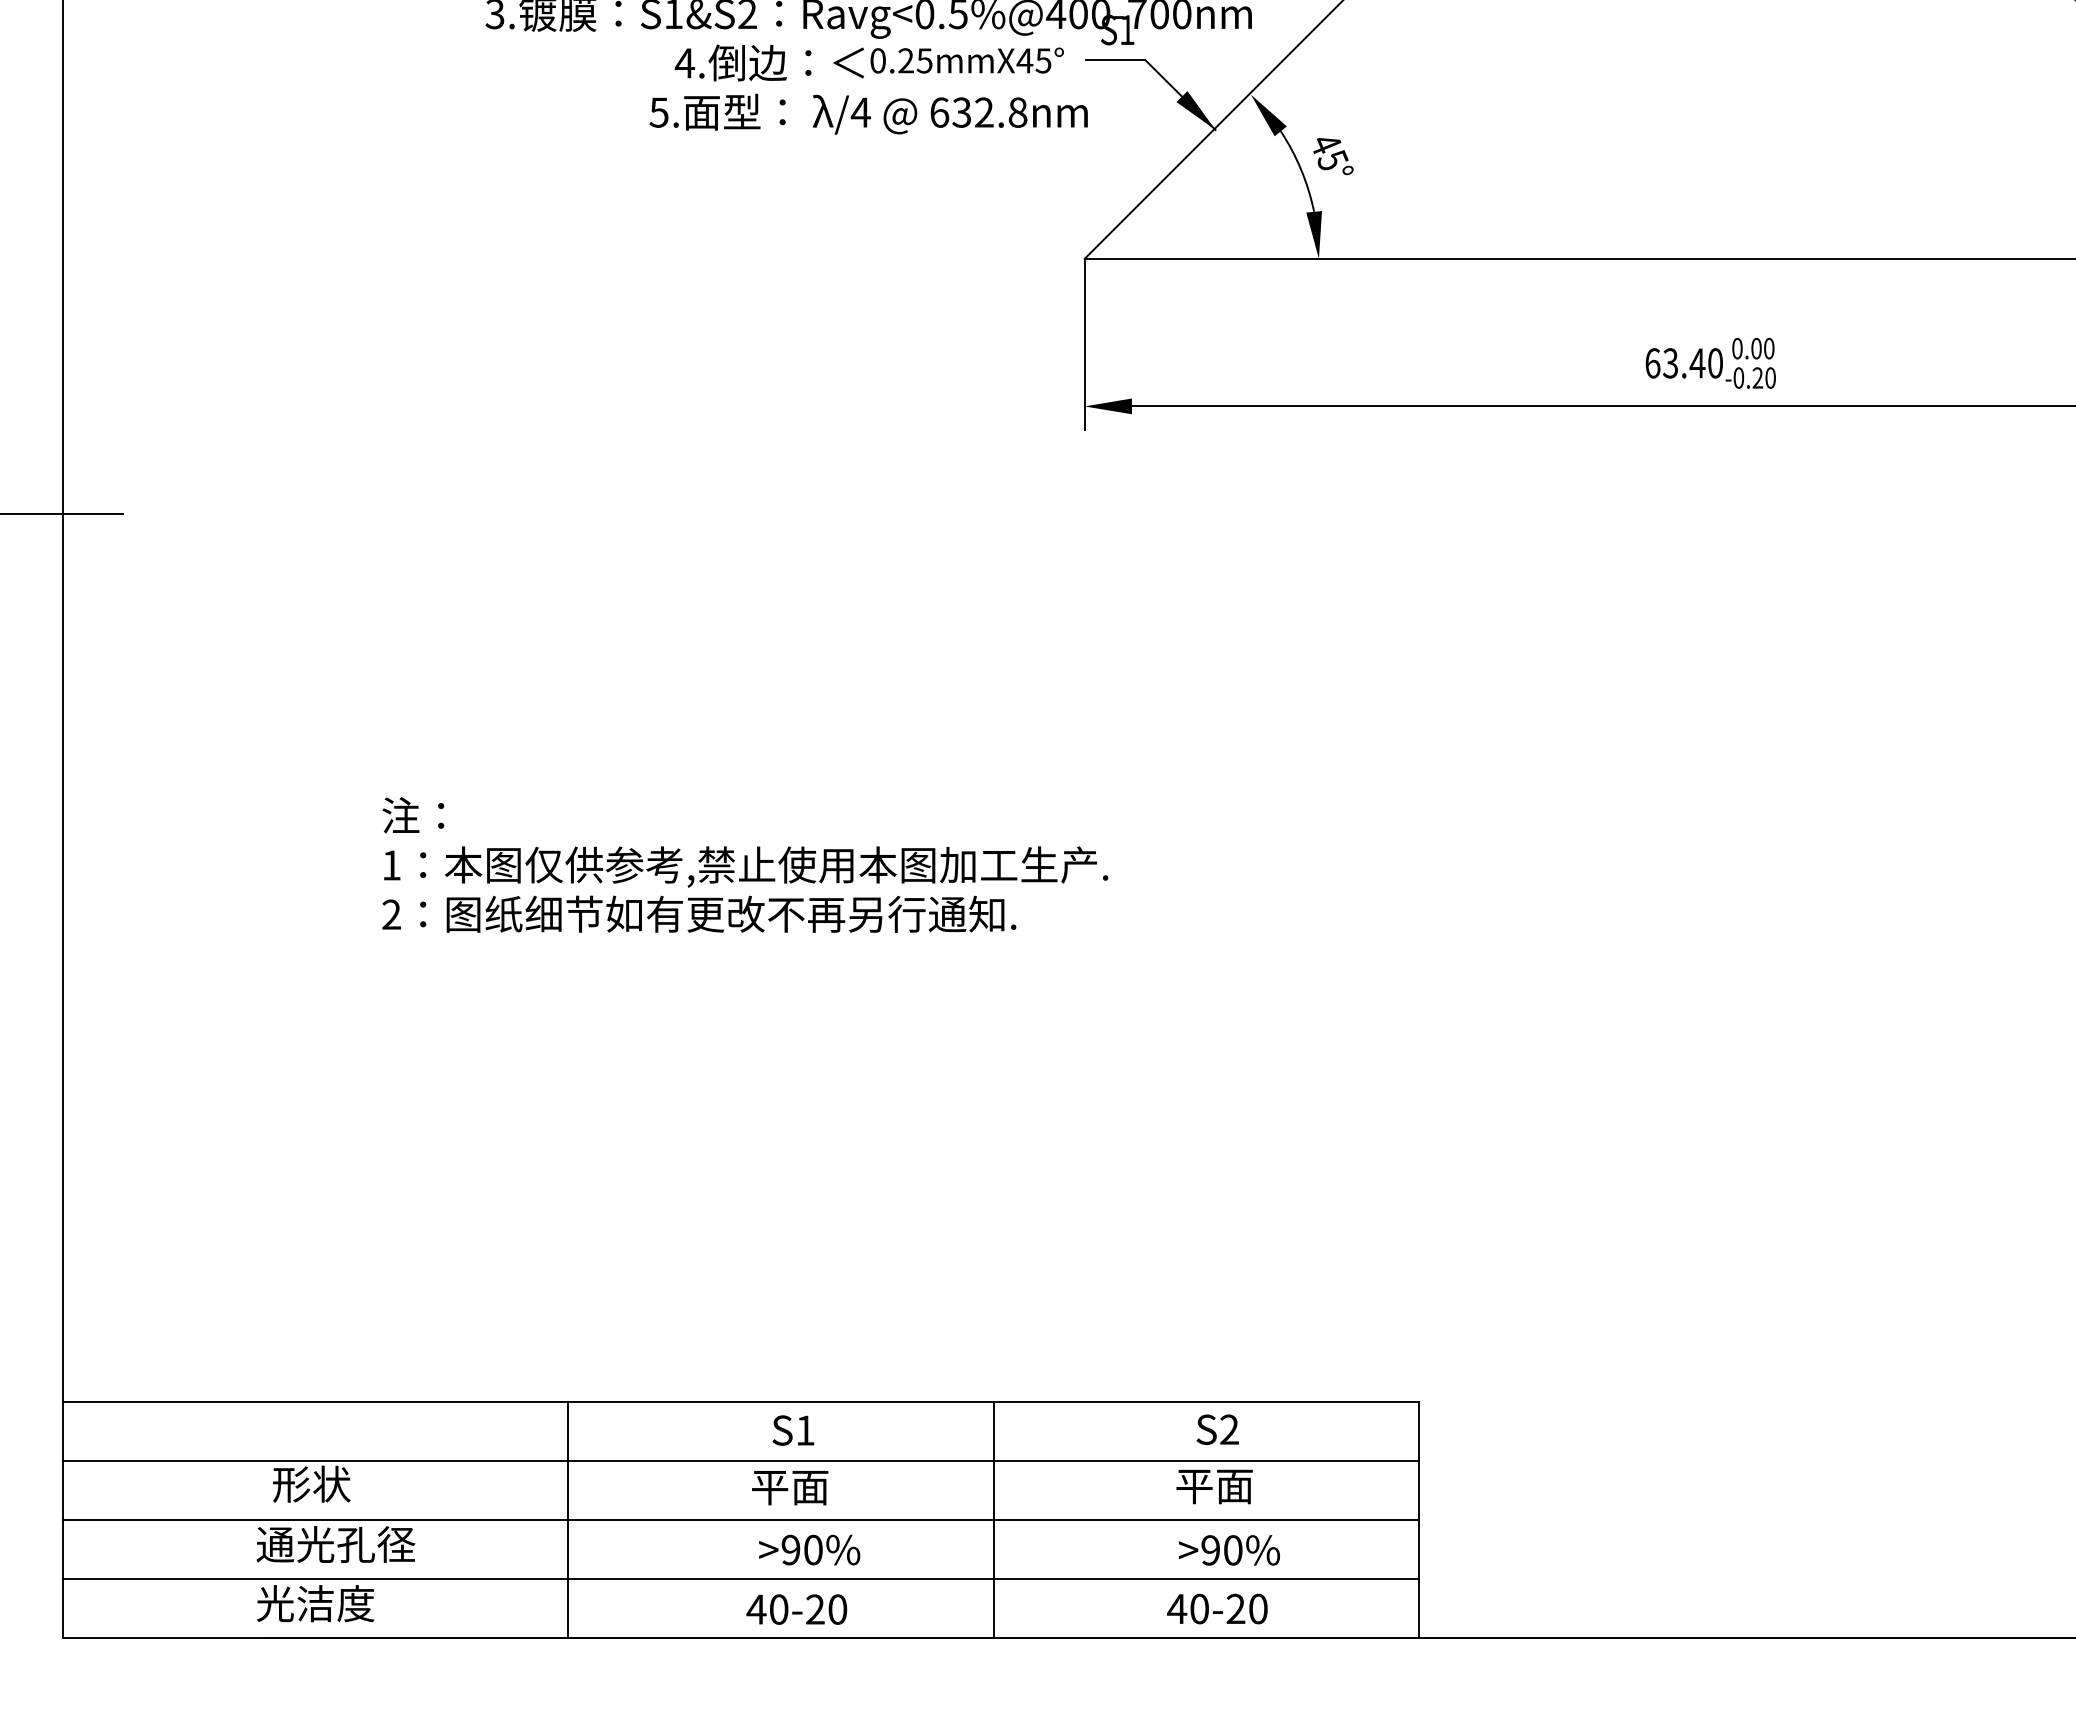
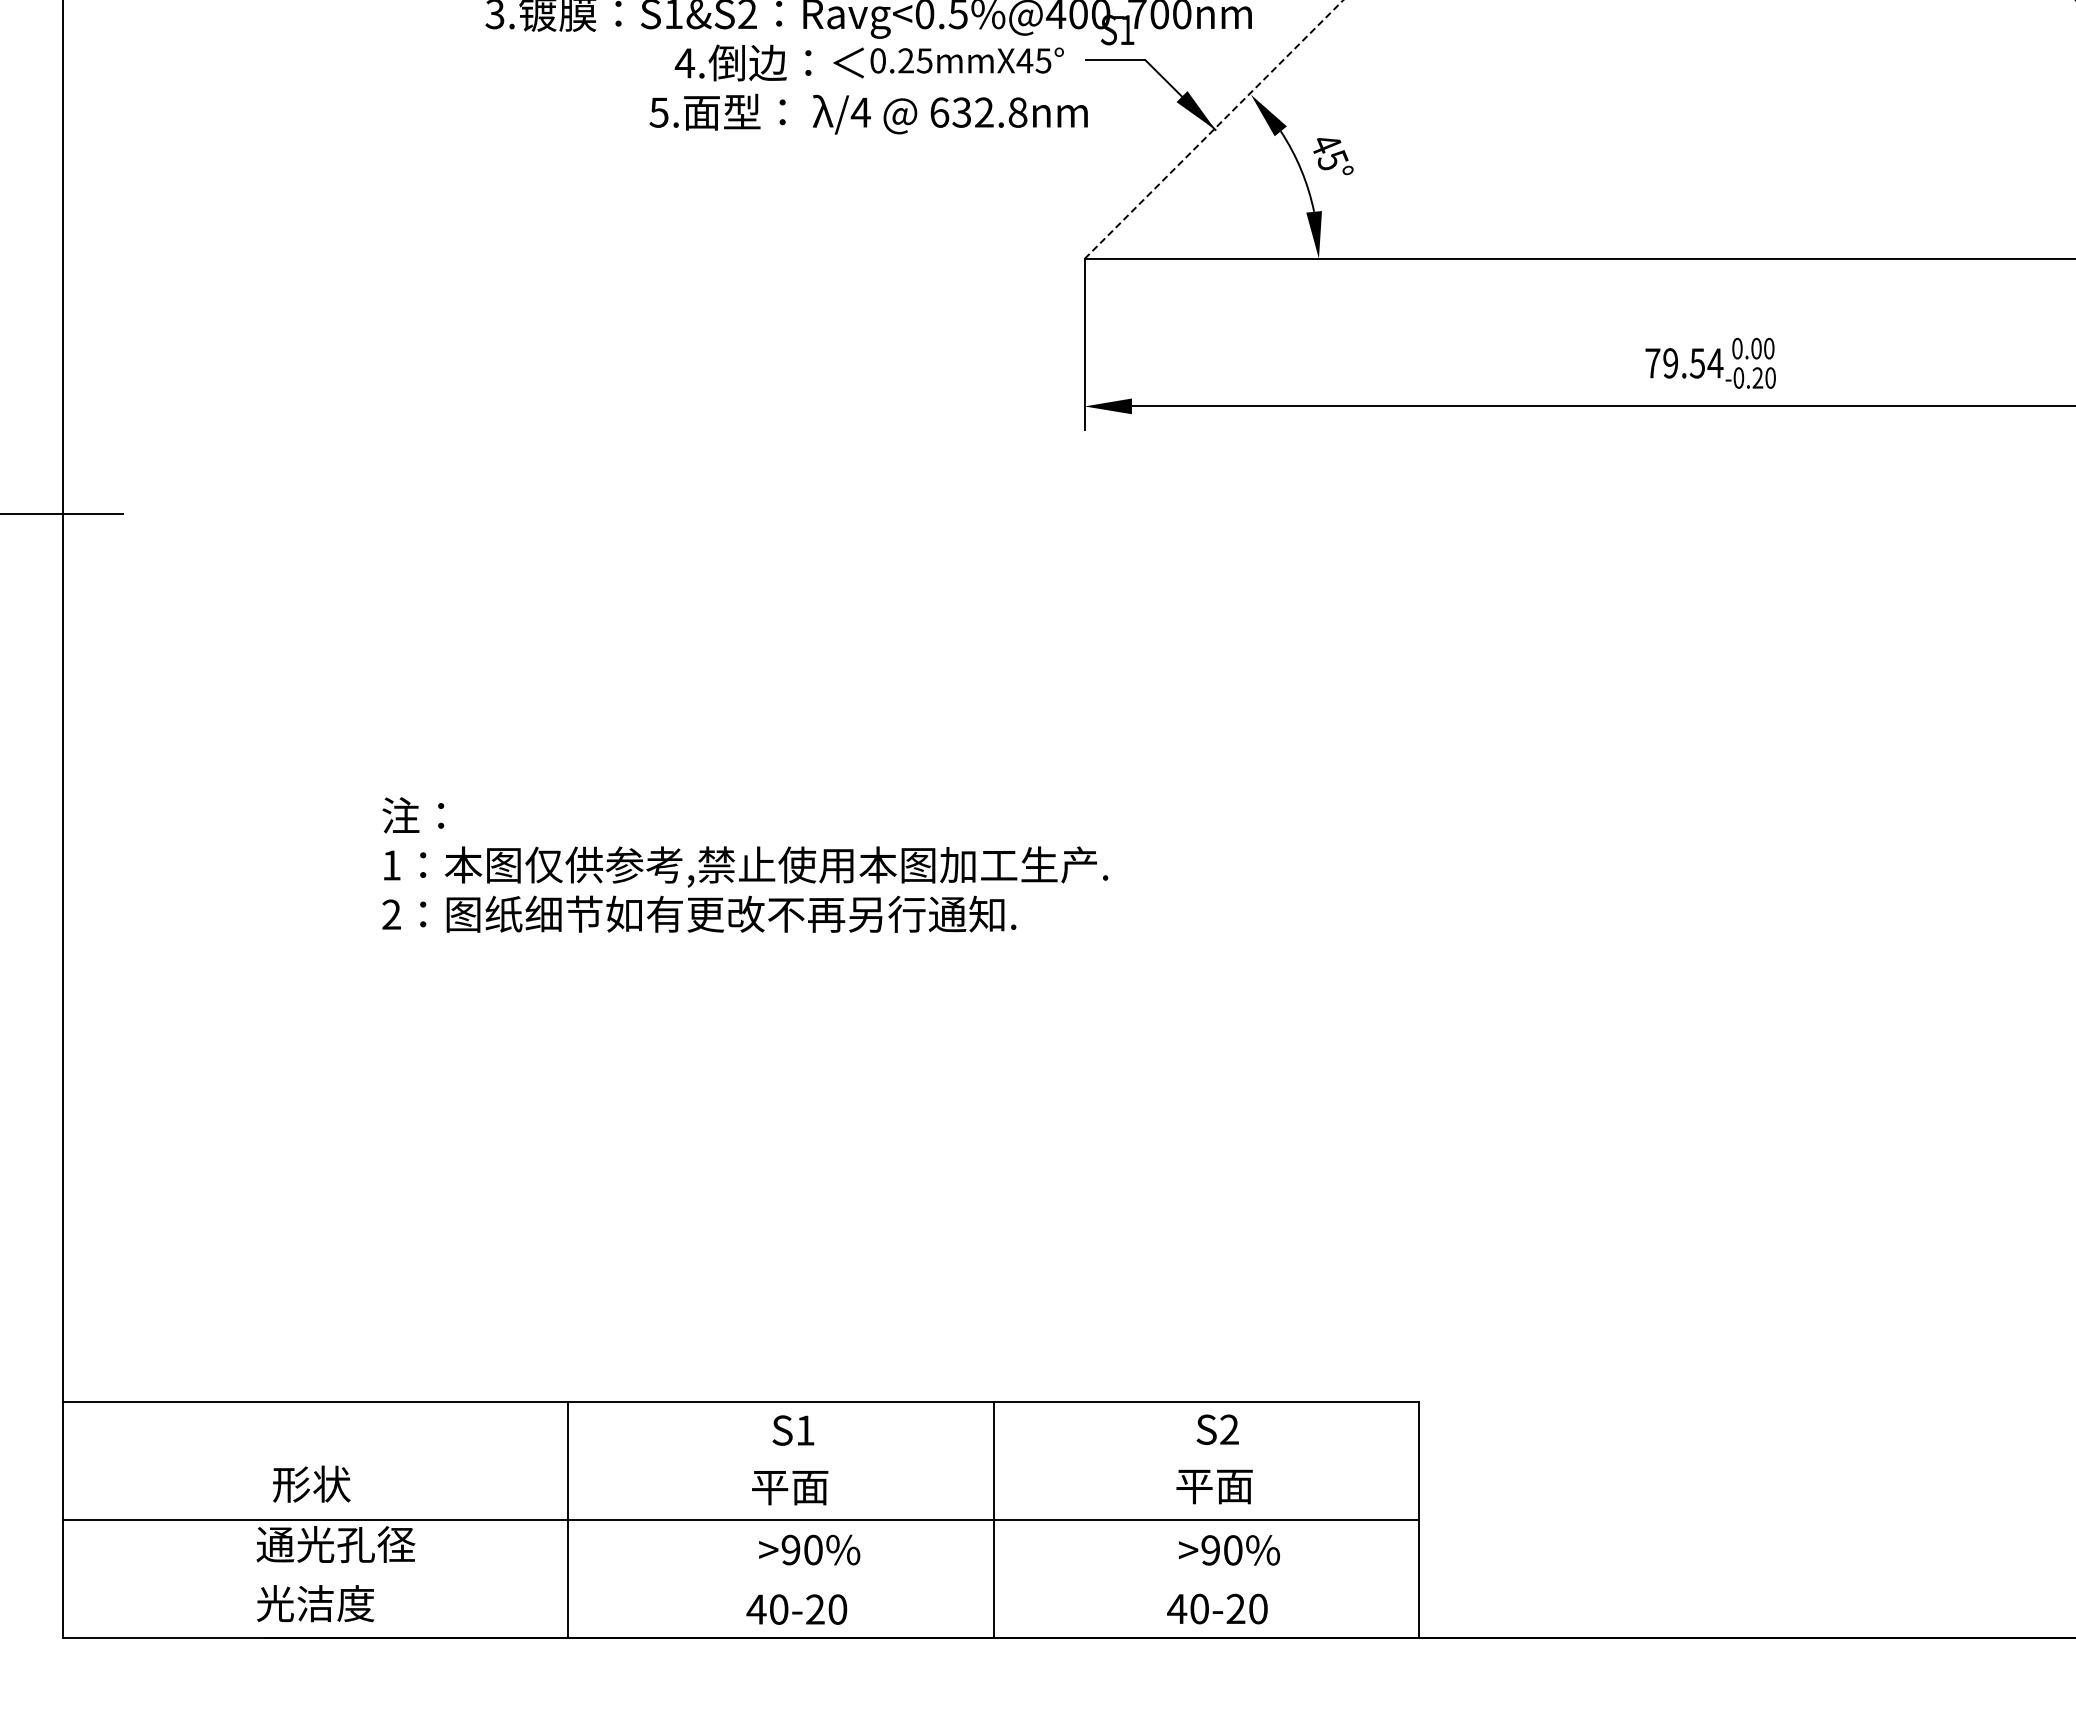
line at (1213, 129): solid -> dashed
text at (1684, 363): 63.40 -> 79.54
line at (741, 1460): present -> none
line at (741, 1578): present -> none
